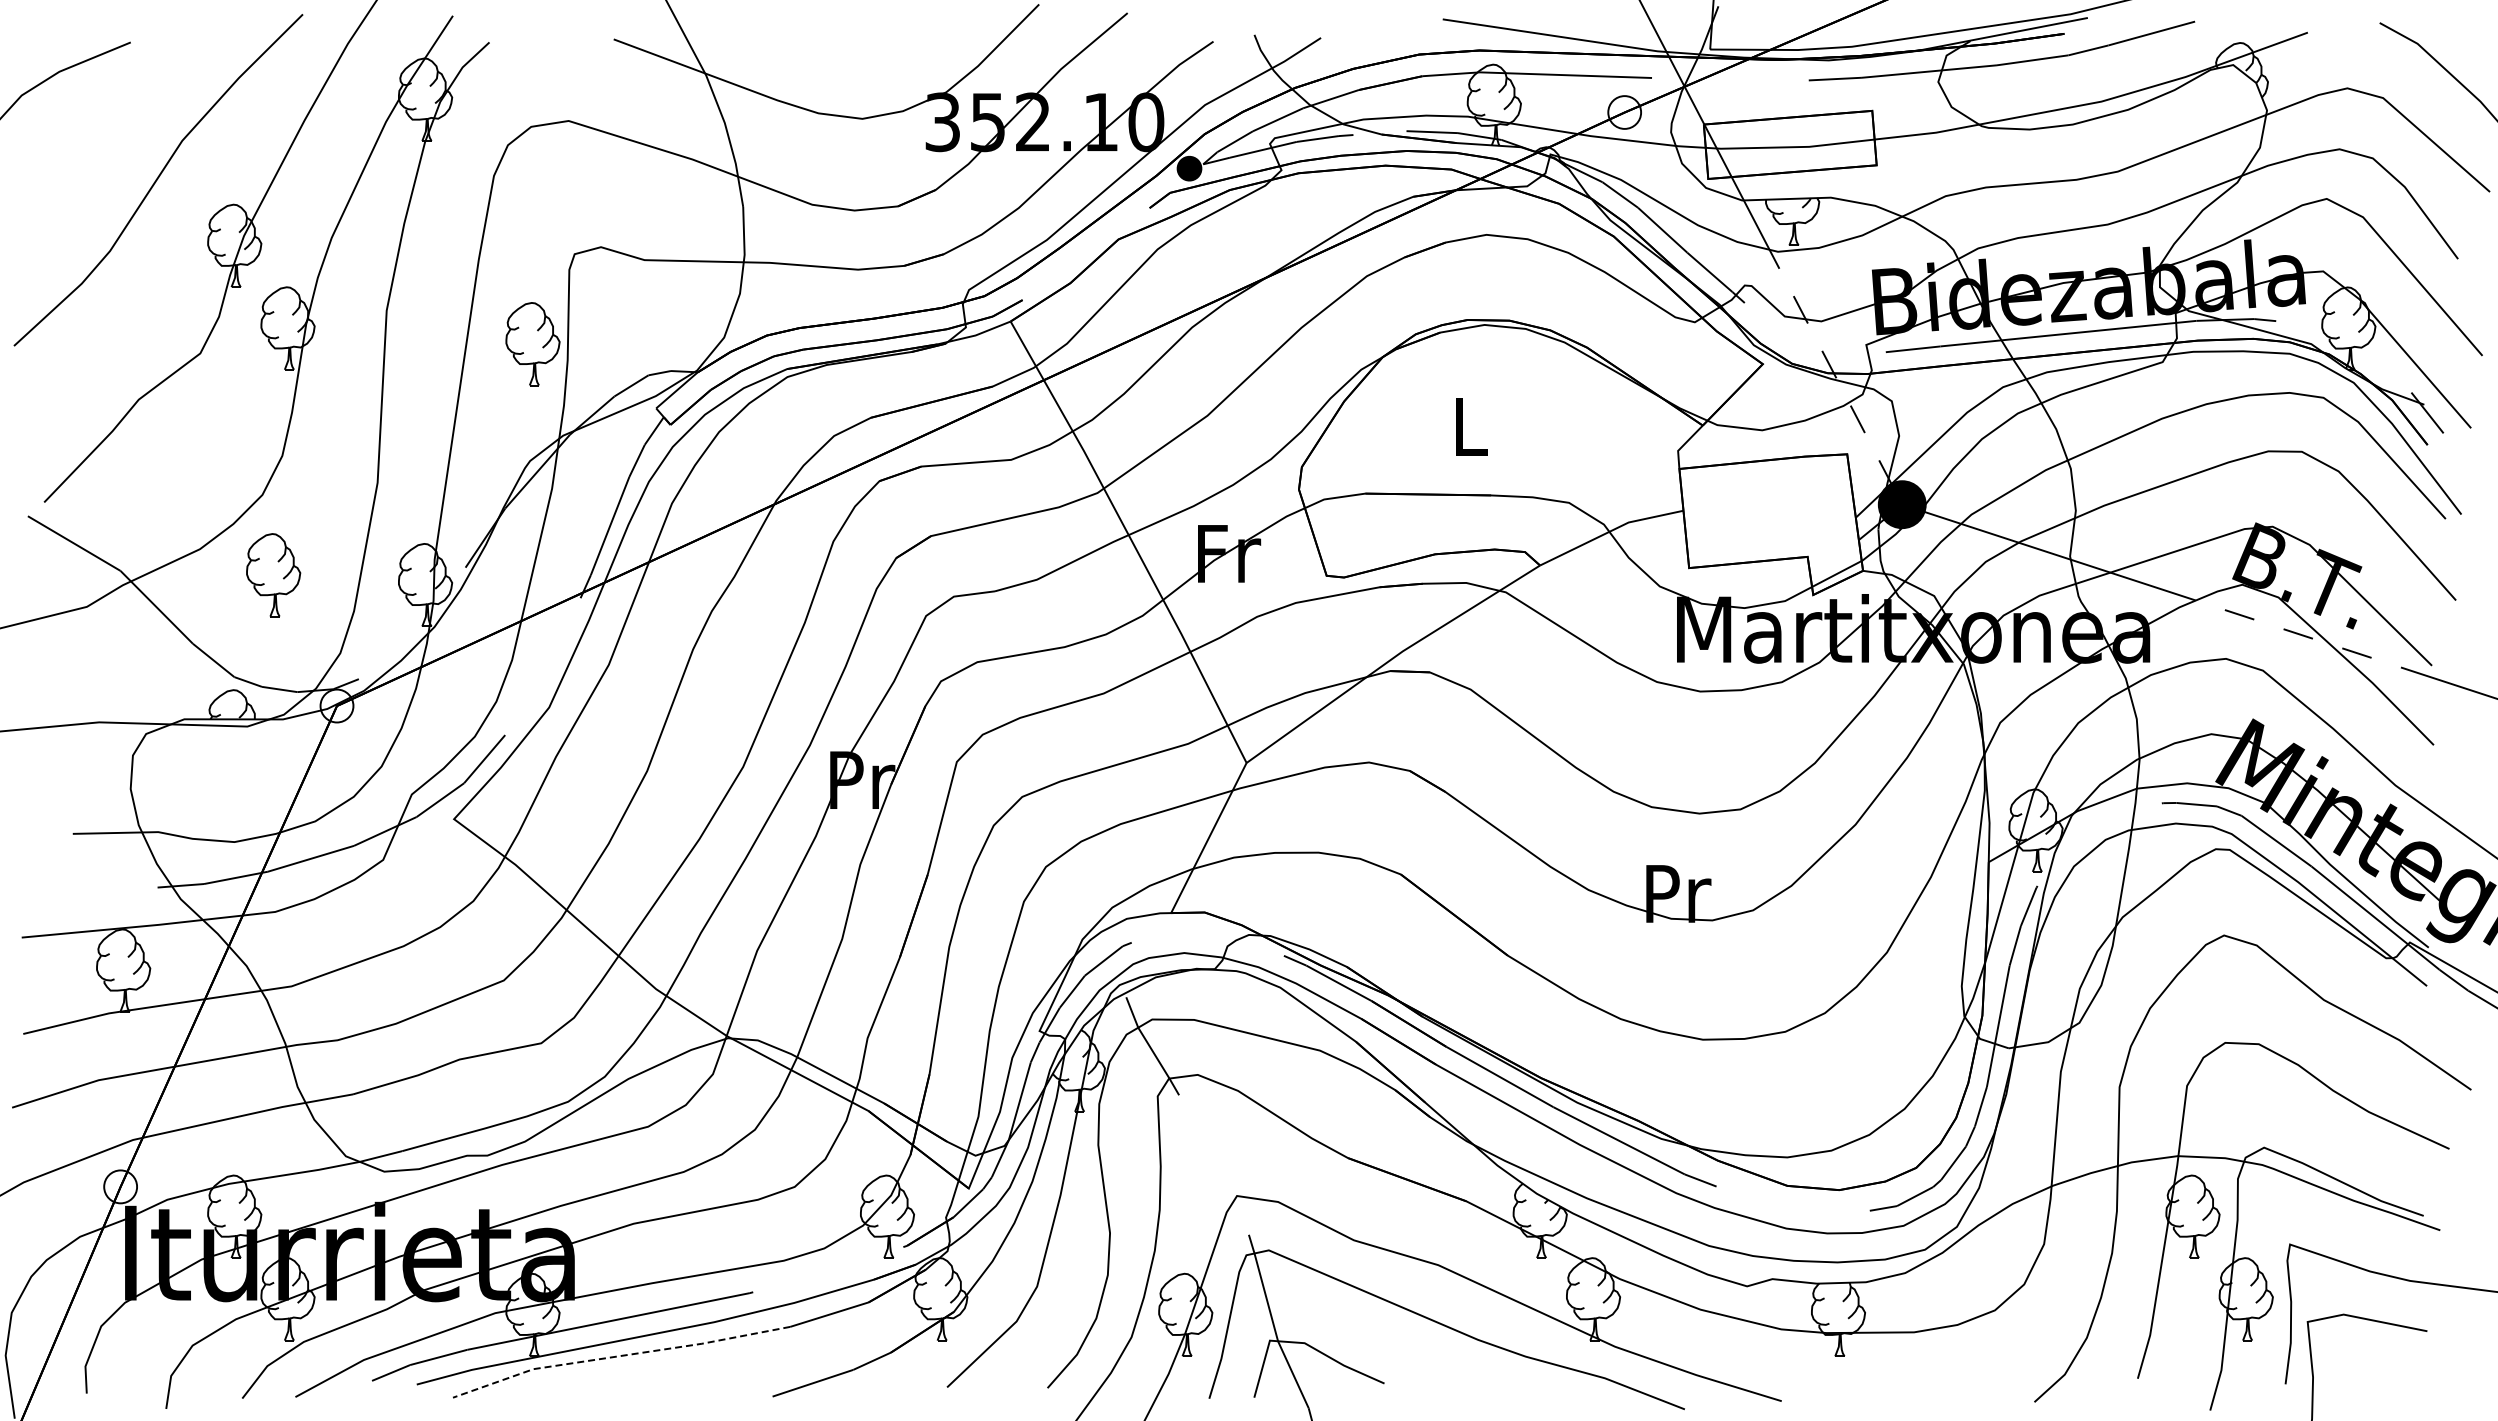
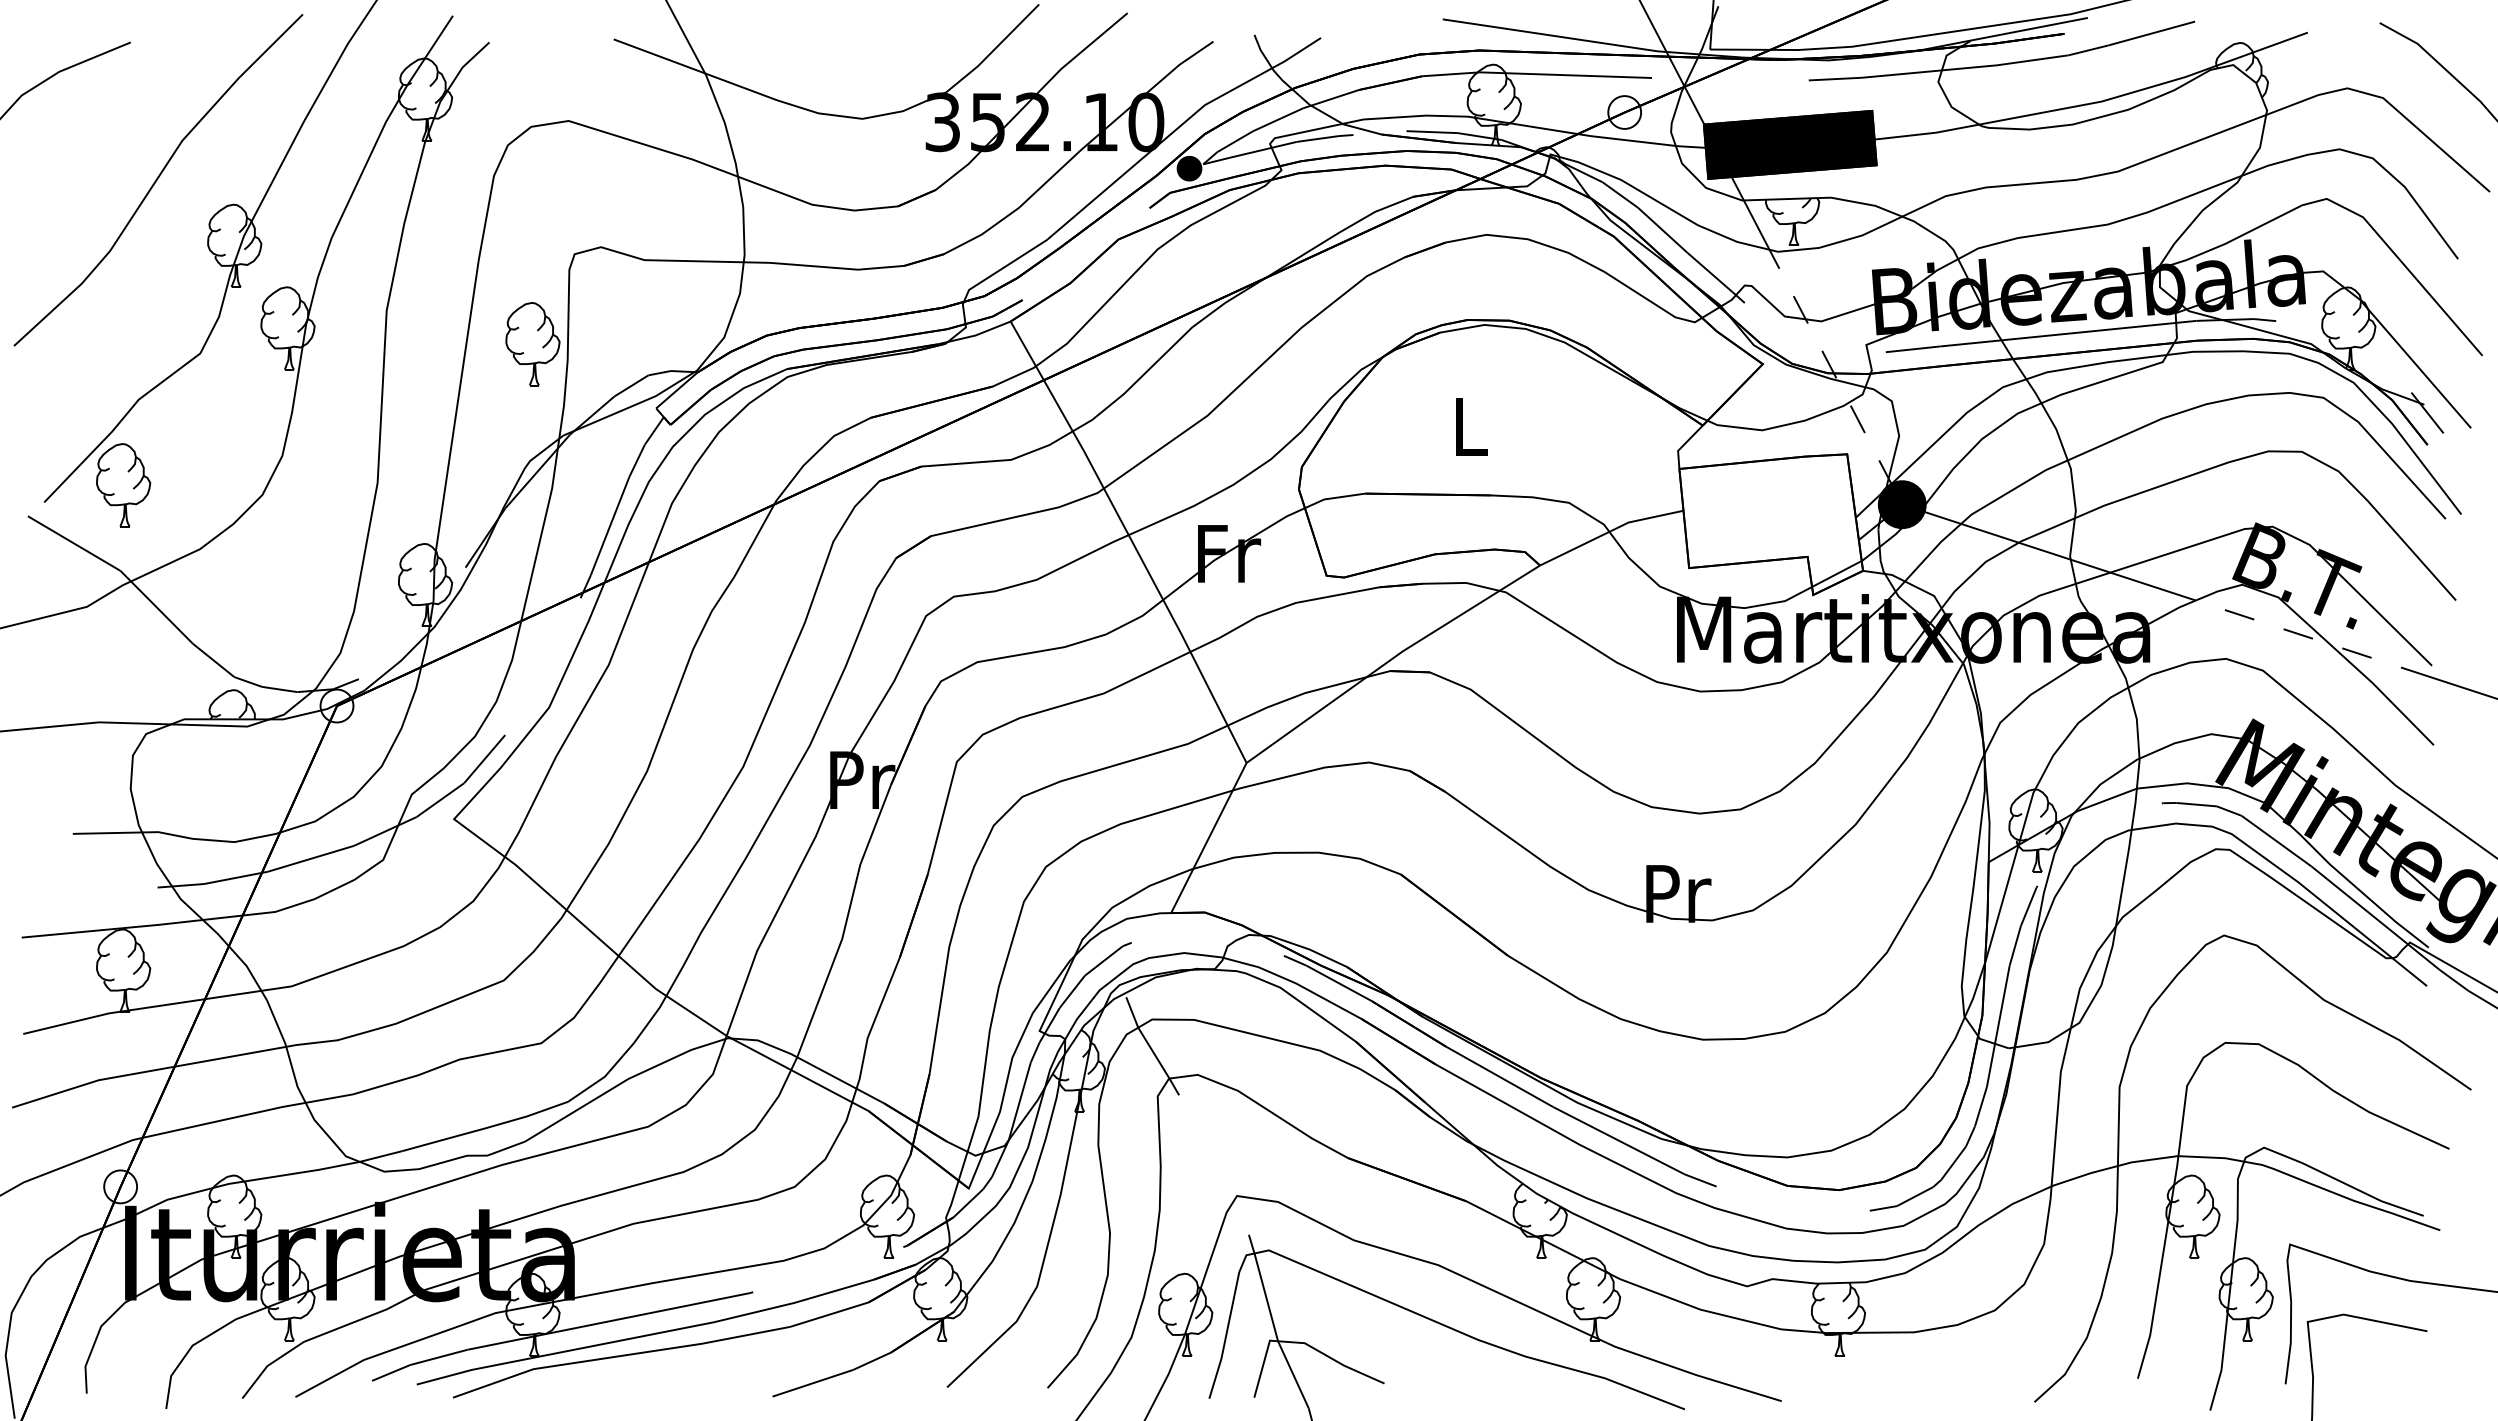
fill at (1789, 144): none -> present
part at (273, 575) position: (273, 575) -> (123, 485)
line at (619, 1356): dashed -> solid
